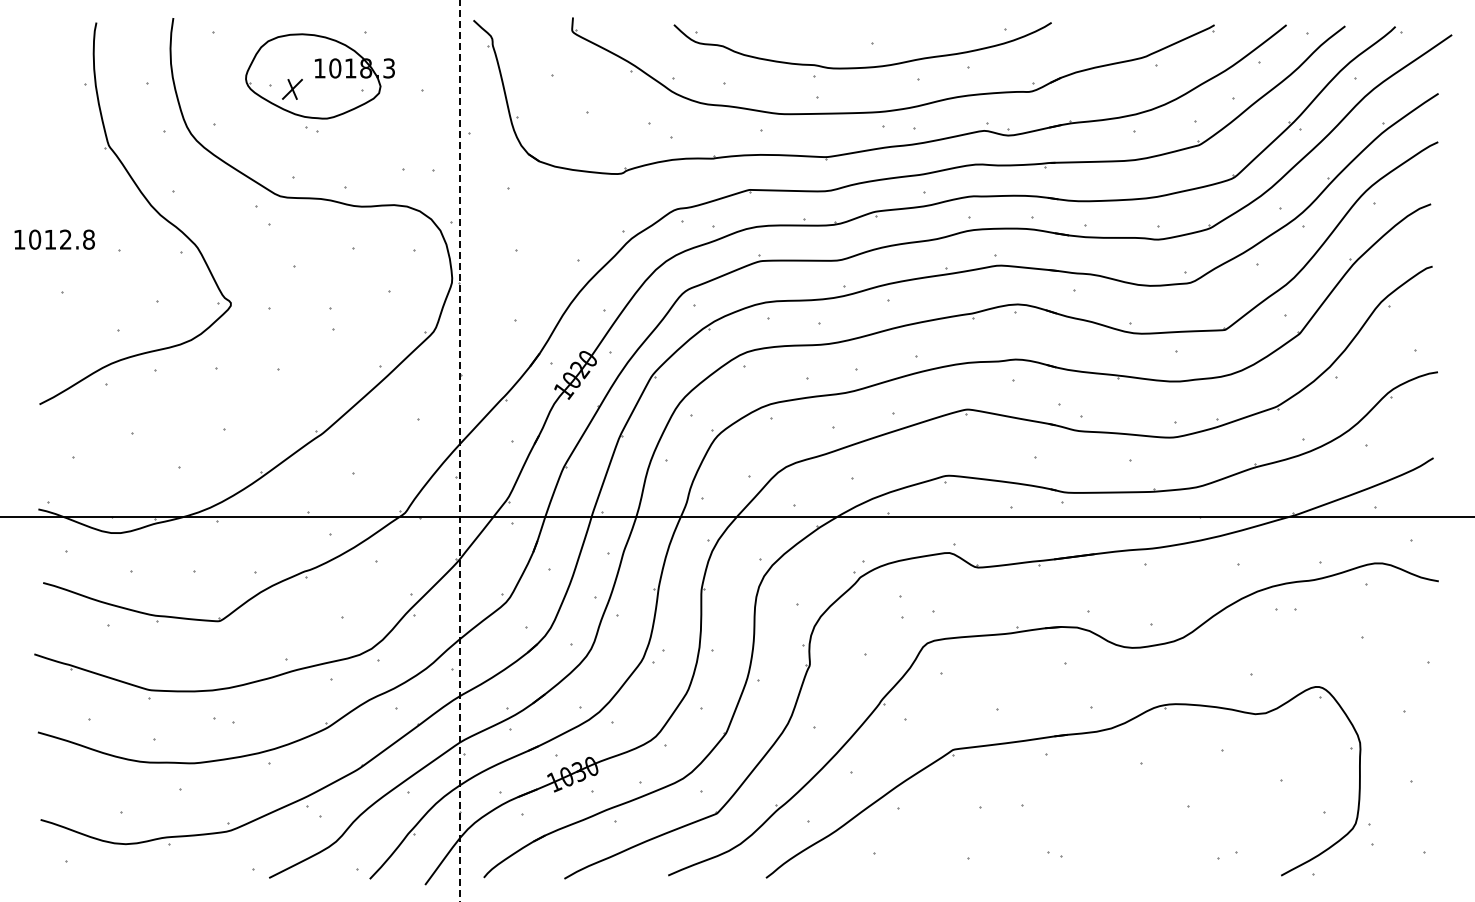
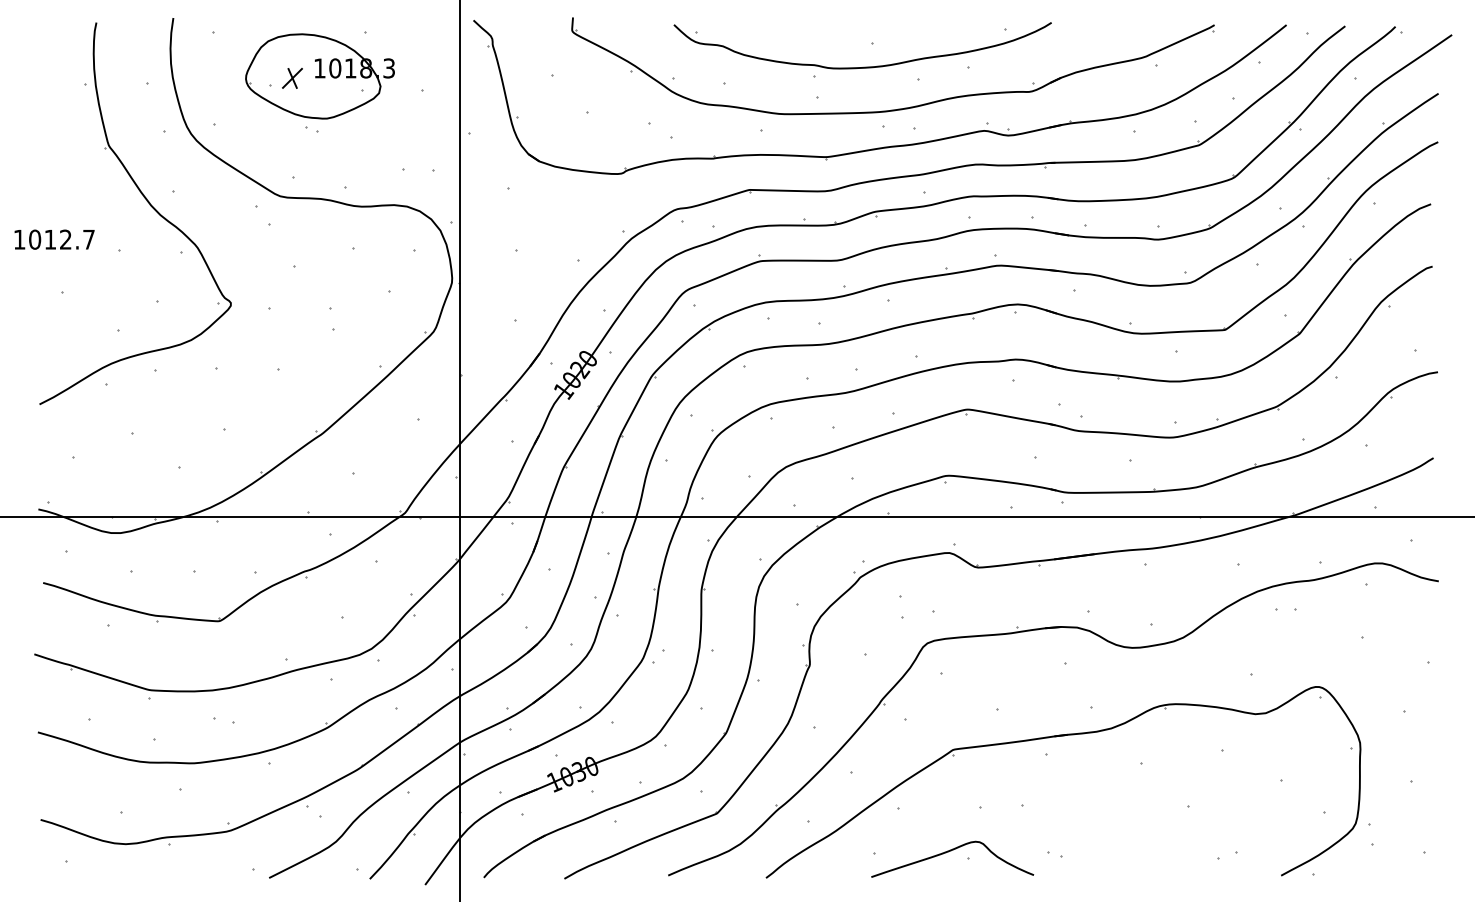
part at (292, 89) position: (292, 89) -> (292, 78)
text at (88, 239): 1012.8 -> 1012.7
line at (459, 451): dashed -> solid
curve at (951, 851): none -> present
